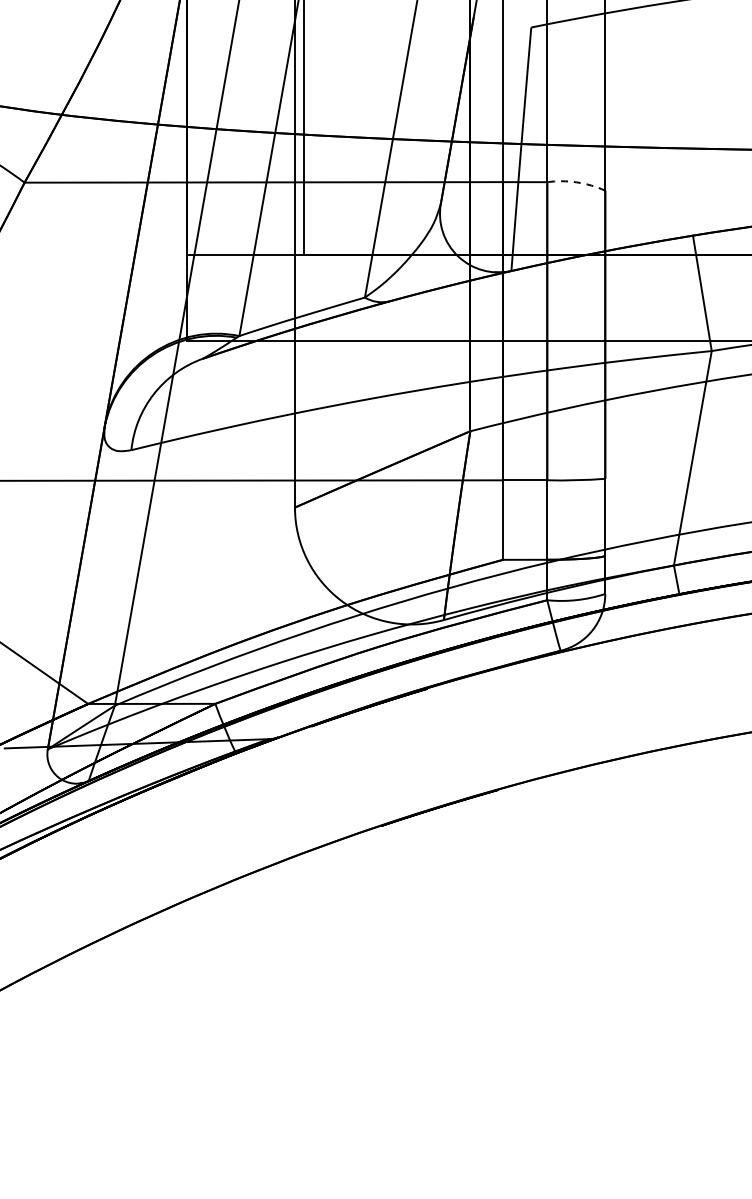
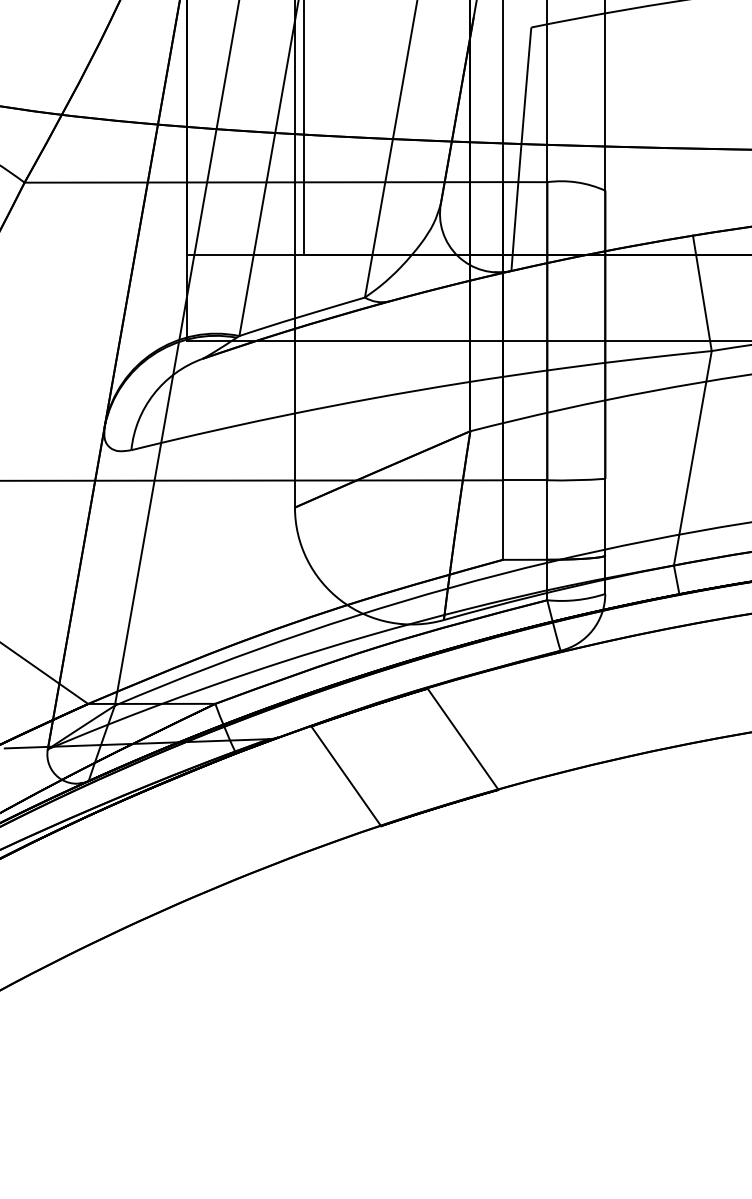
arc at (576, 182): dashed -> solid
line at (462, 738): none -> present
line at (346, 776): none -> present
